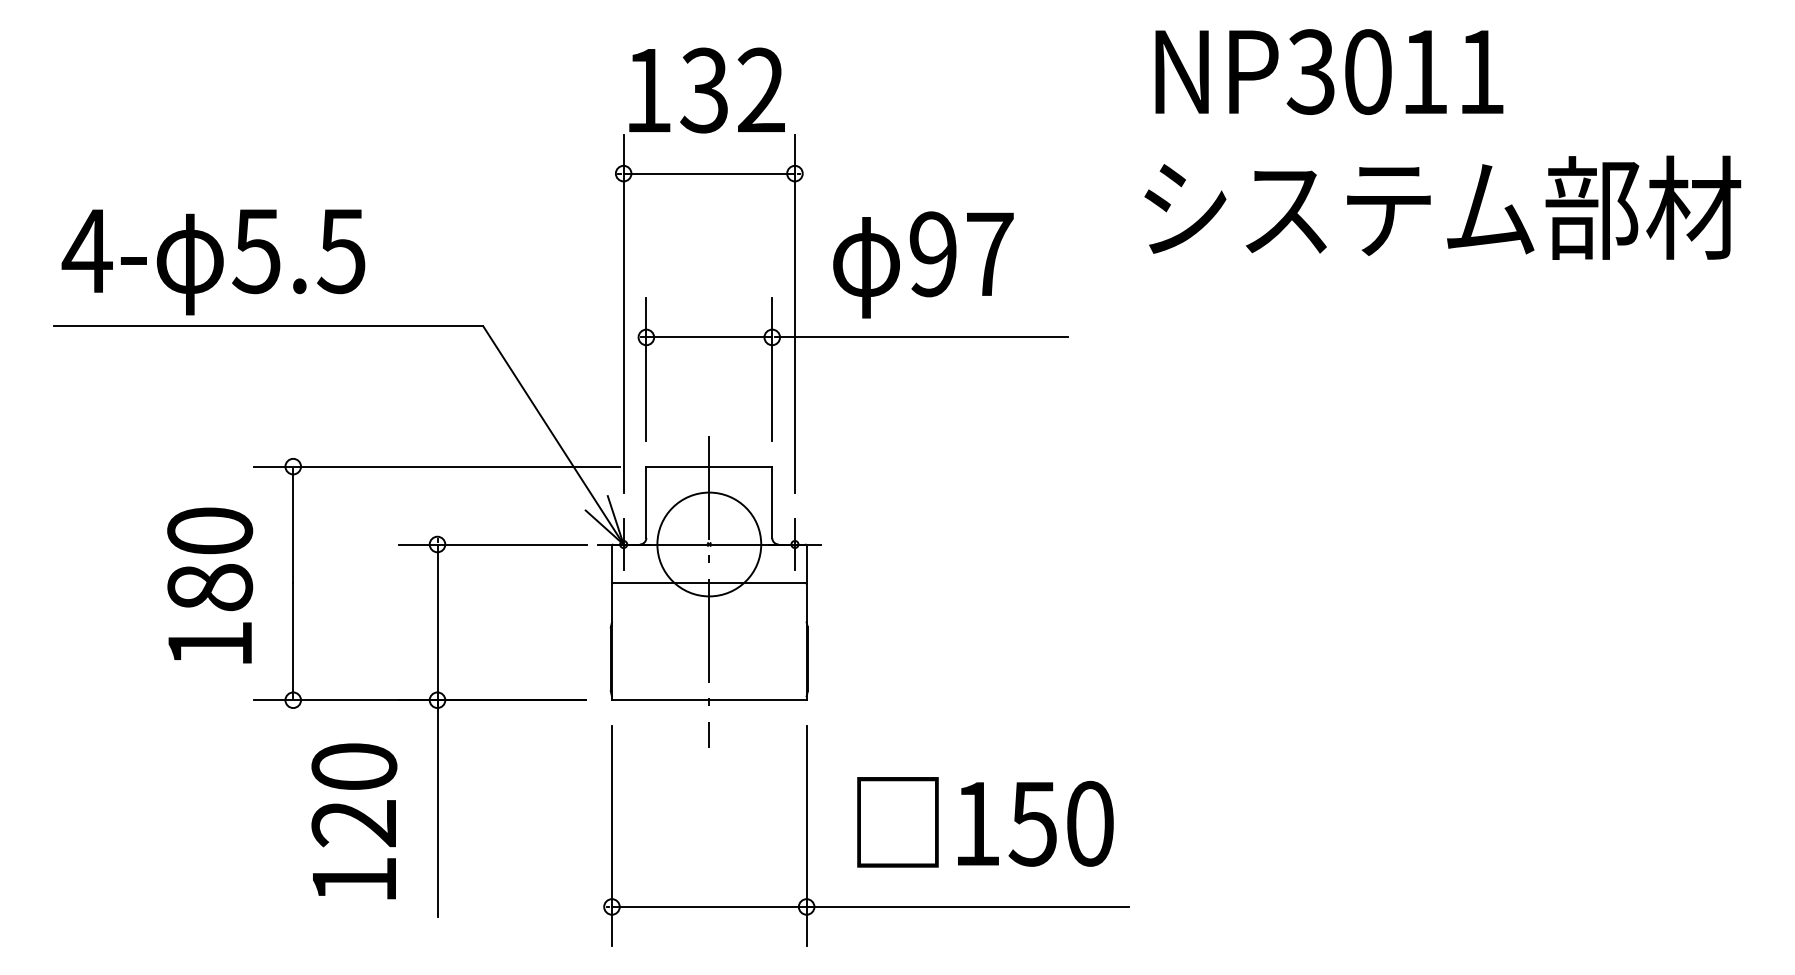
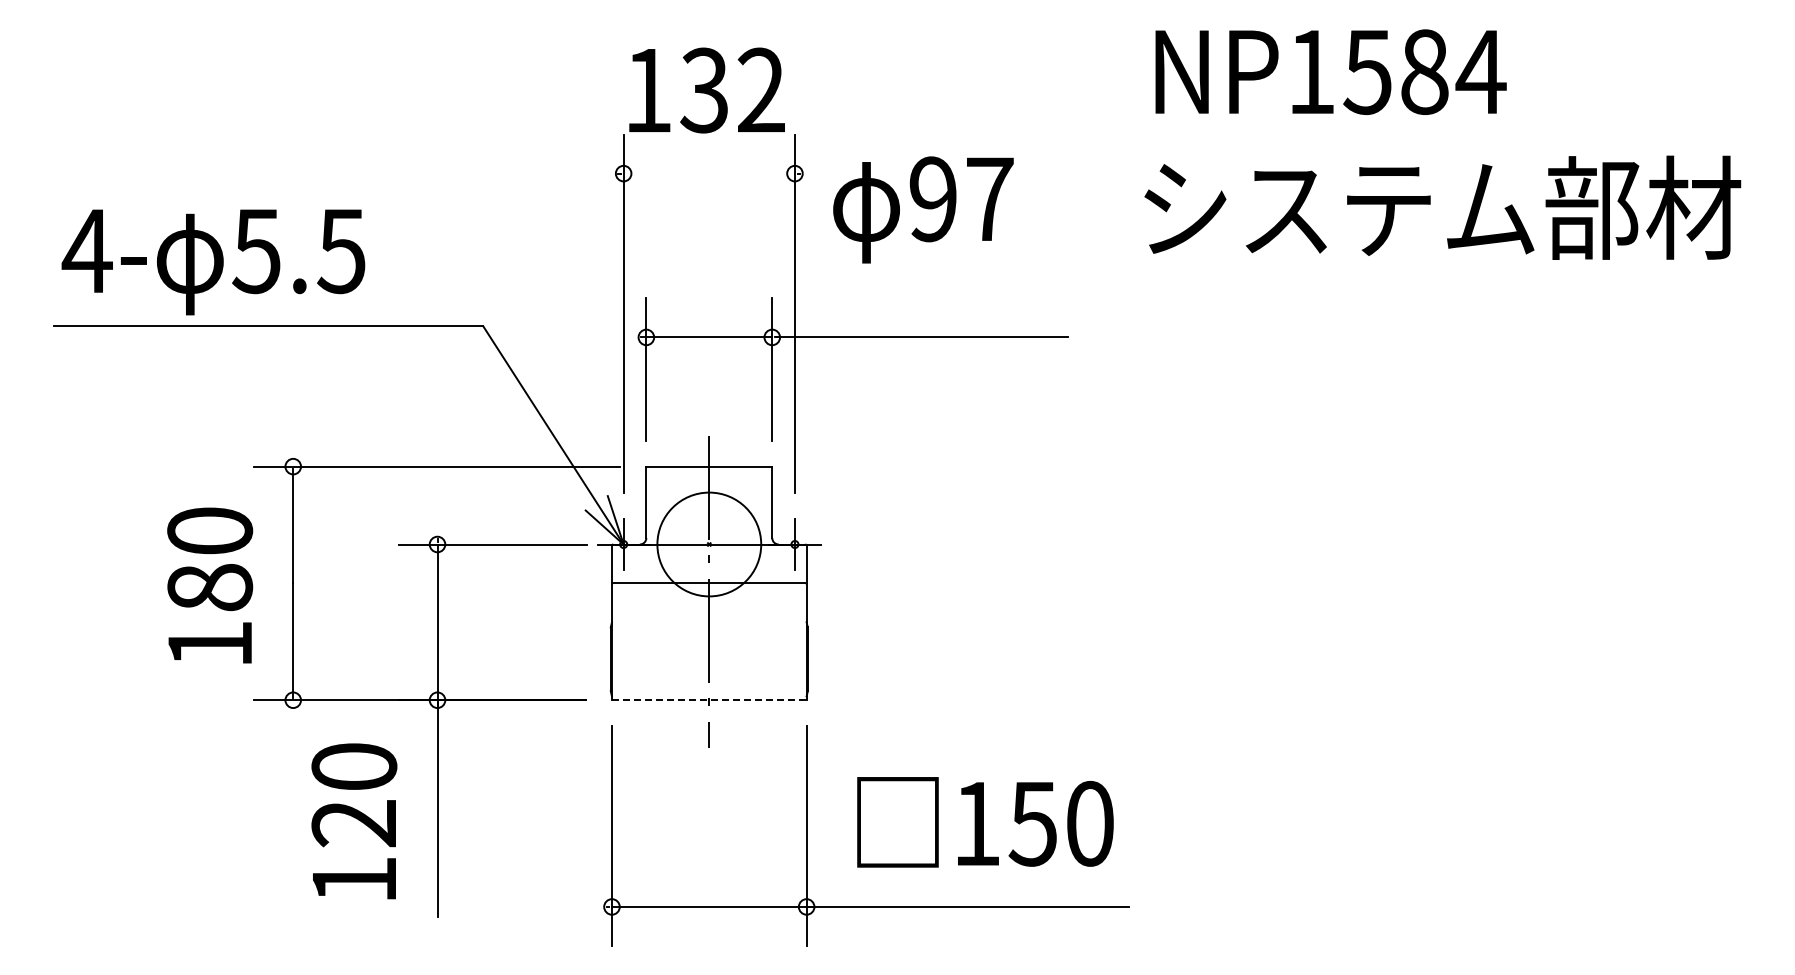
text at (1396, 72): NP3011 -> NP1584
line at (708, 173): present -> none
text at (923, 264) position: (923, 264) -> (923, 209)
line at (709, 700): solid -> dashed
